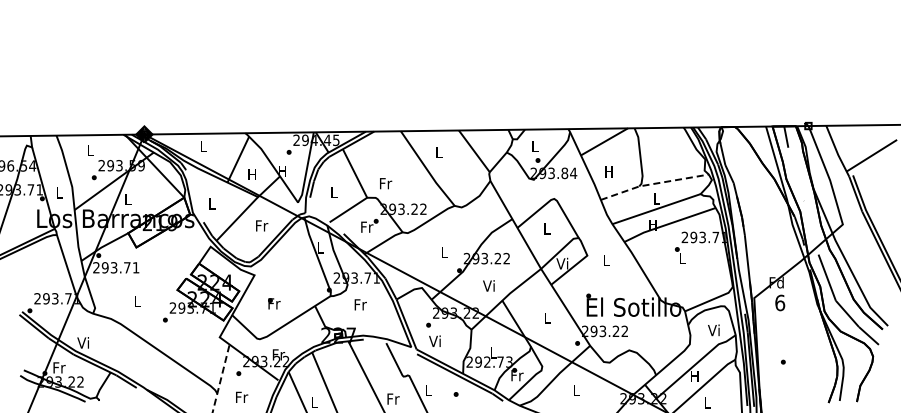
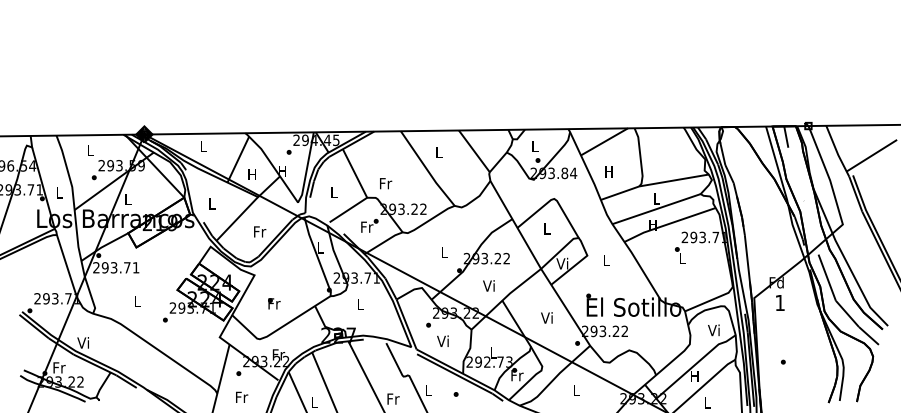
line at (653, 183): dashed -> solid
text at (262, 225) position: (262, 225) -> (260, 231)
text at (780, 302): 6 -> 1
text at (360, 304): Fr -> L
text at (546, 317): L -> Vi
text at (434, 340) position: (434, 340) -> (442, 340)
line at (221, 378): dashed -> solid
